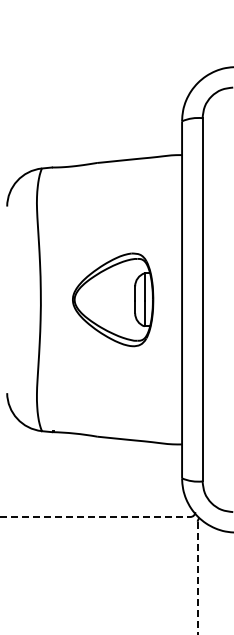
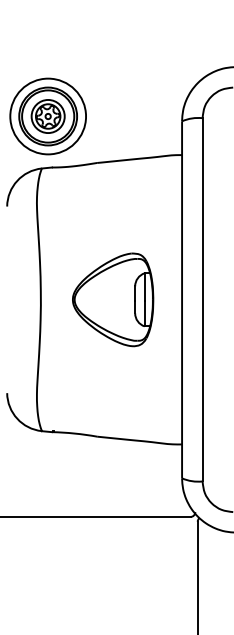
part at (47, 116): none -> present
line at (95, 516): dashed -> solid
line at (197, 578): dashed -> solid
